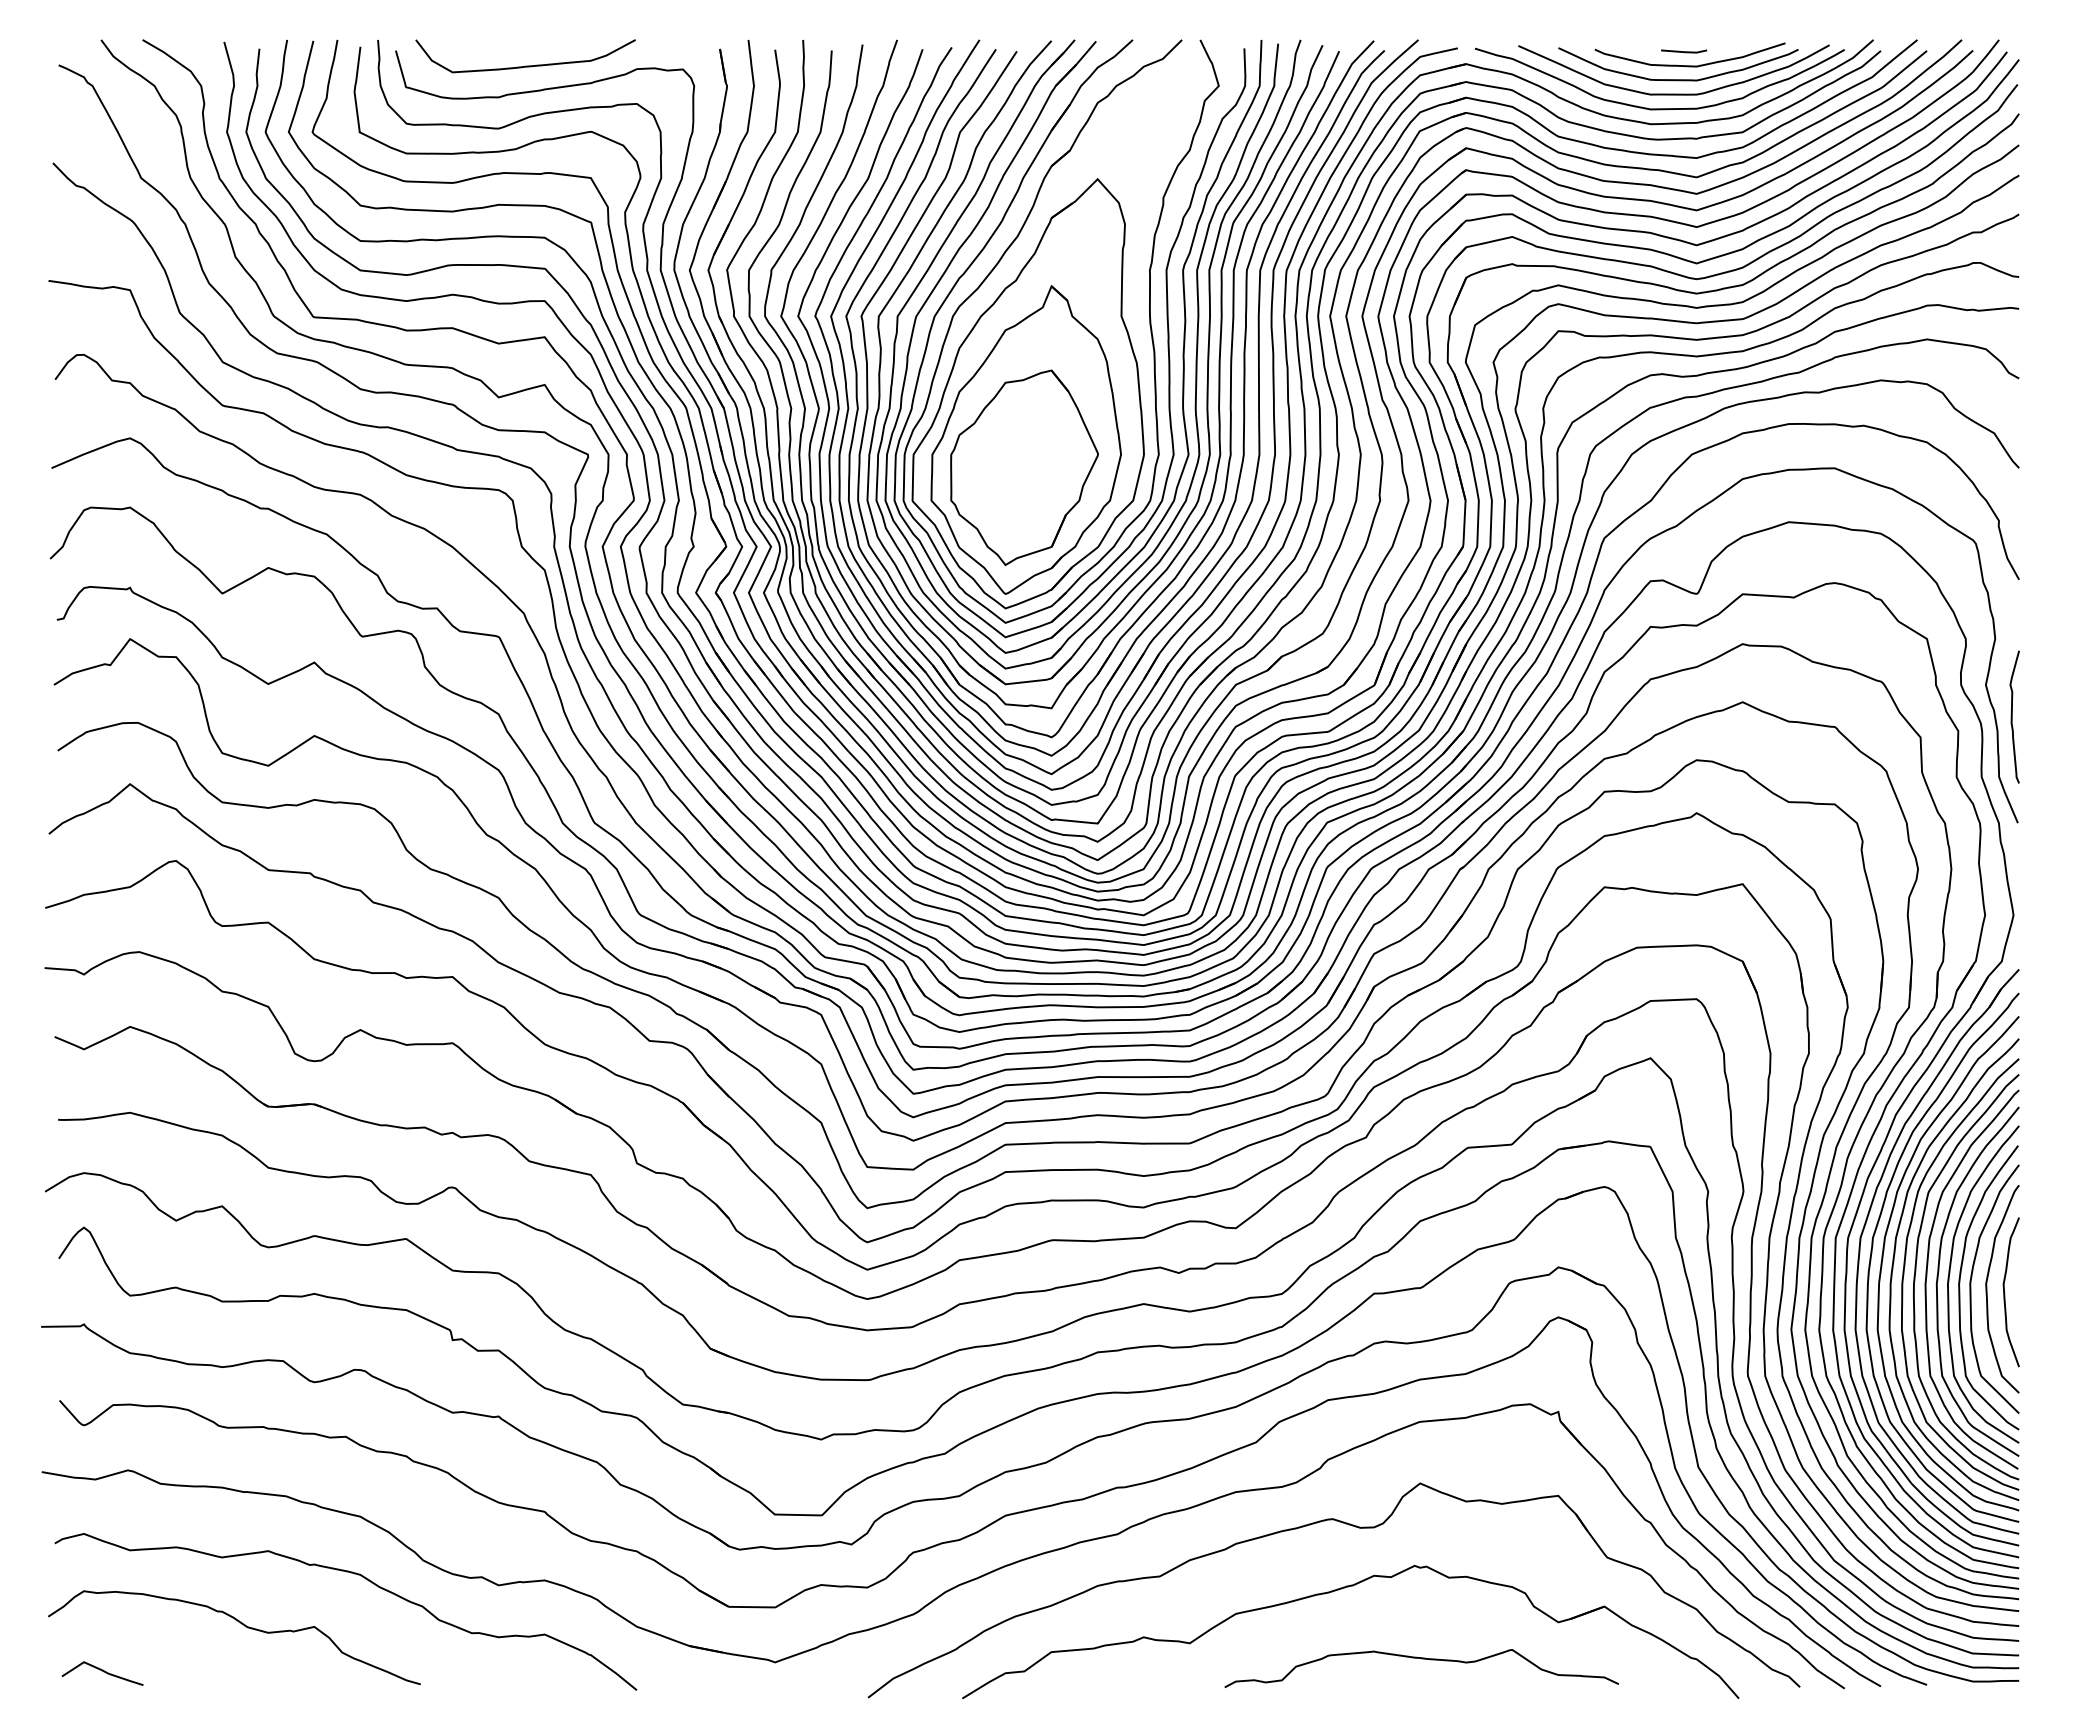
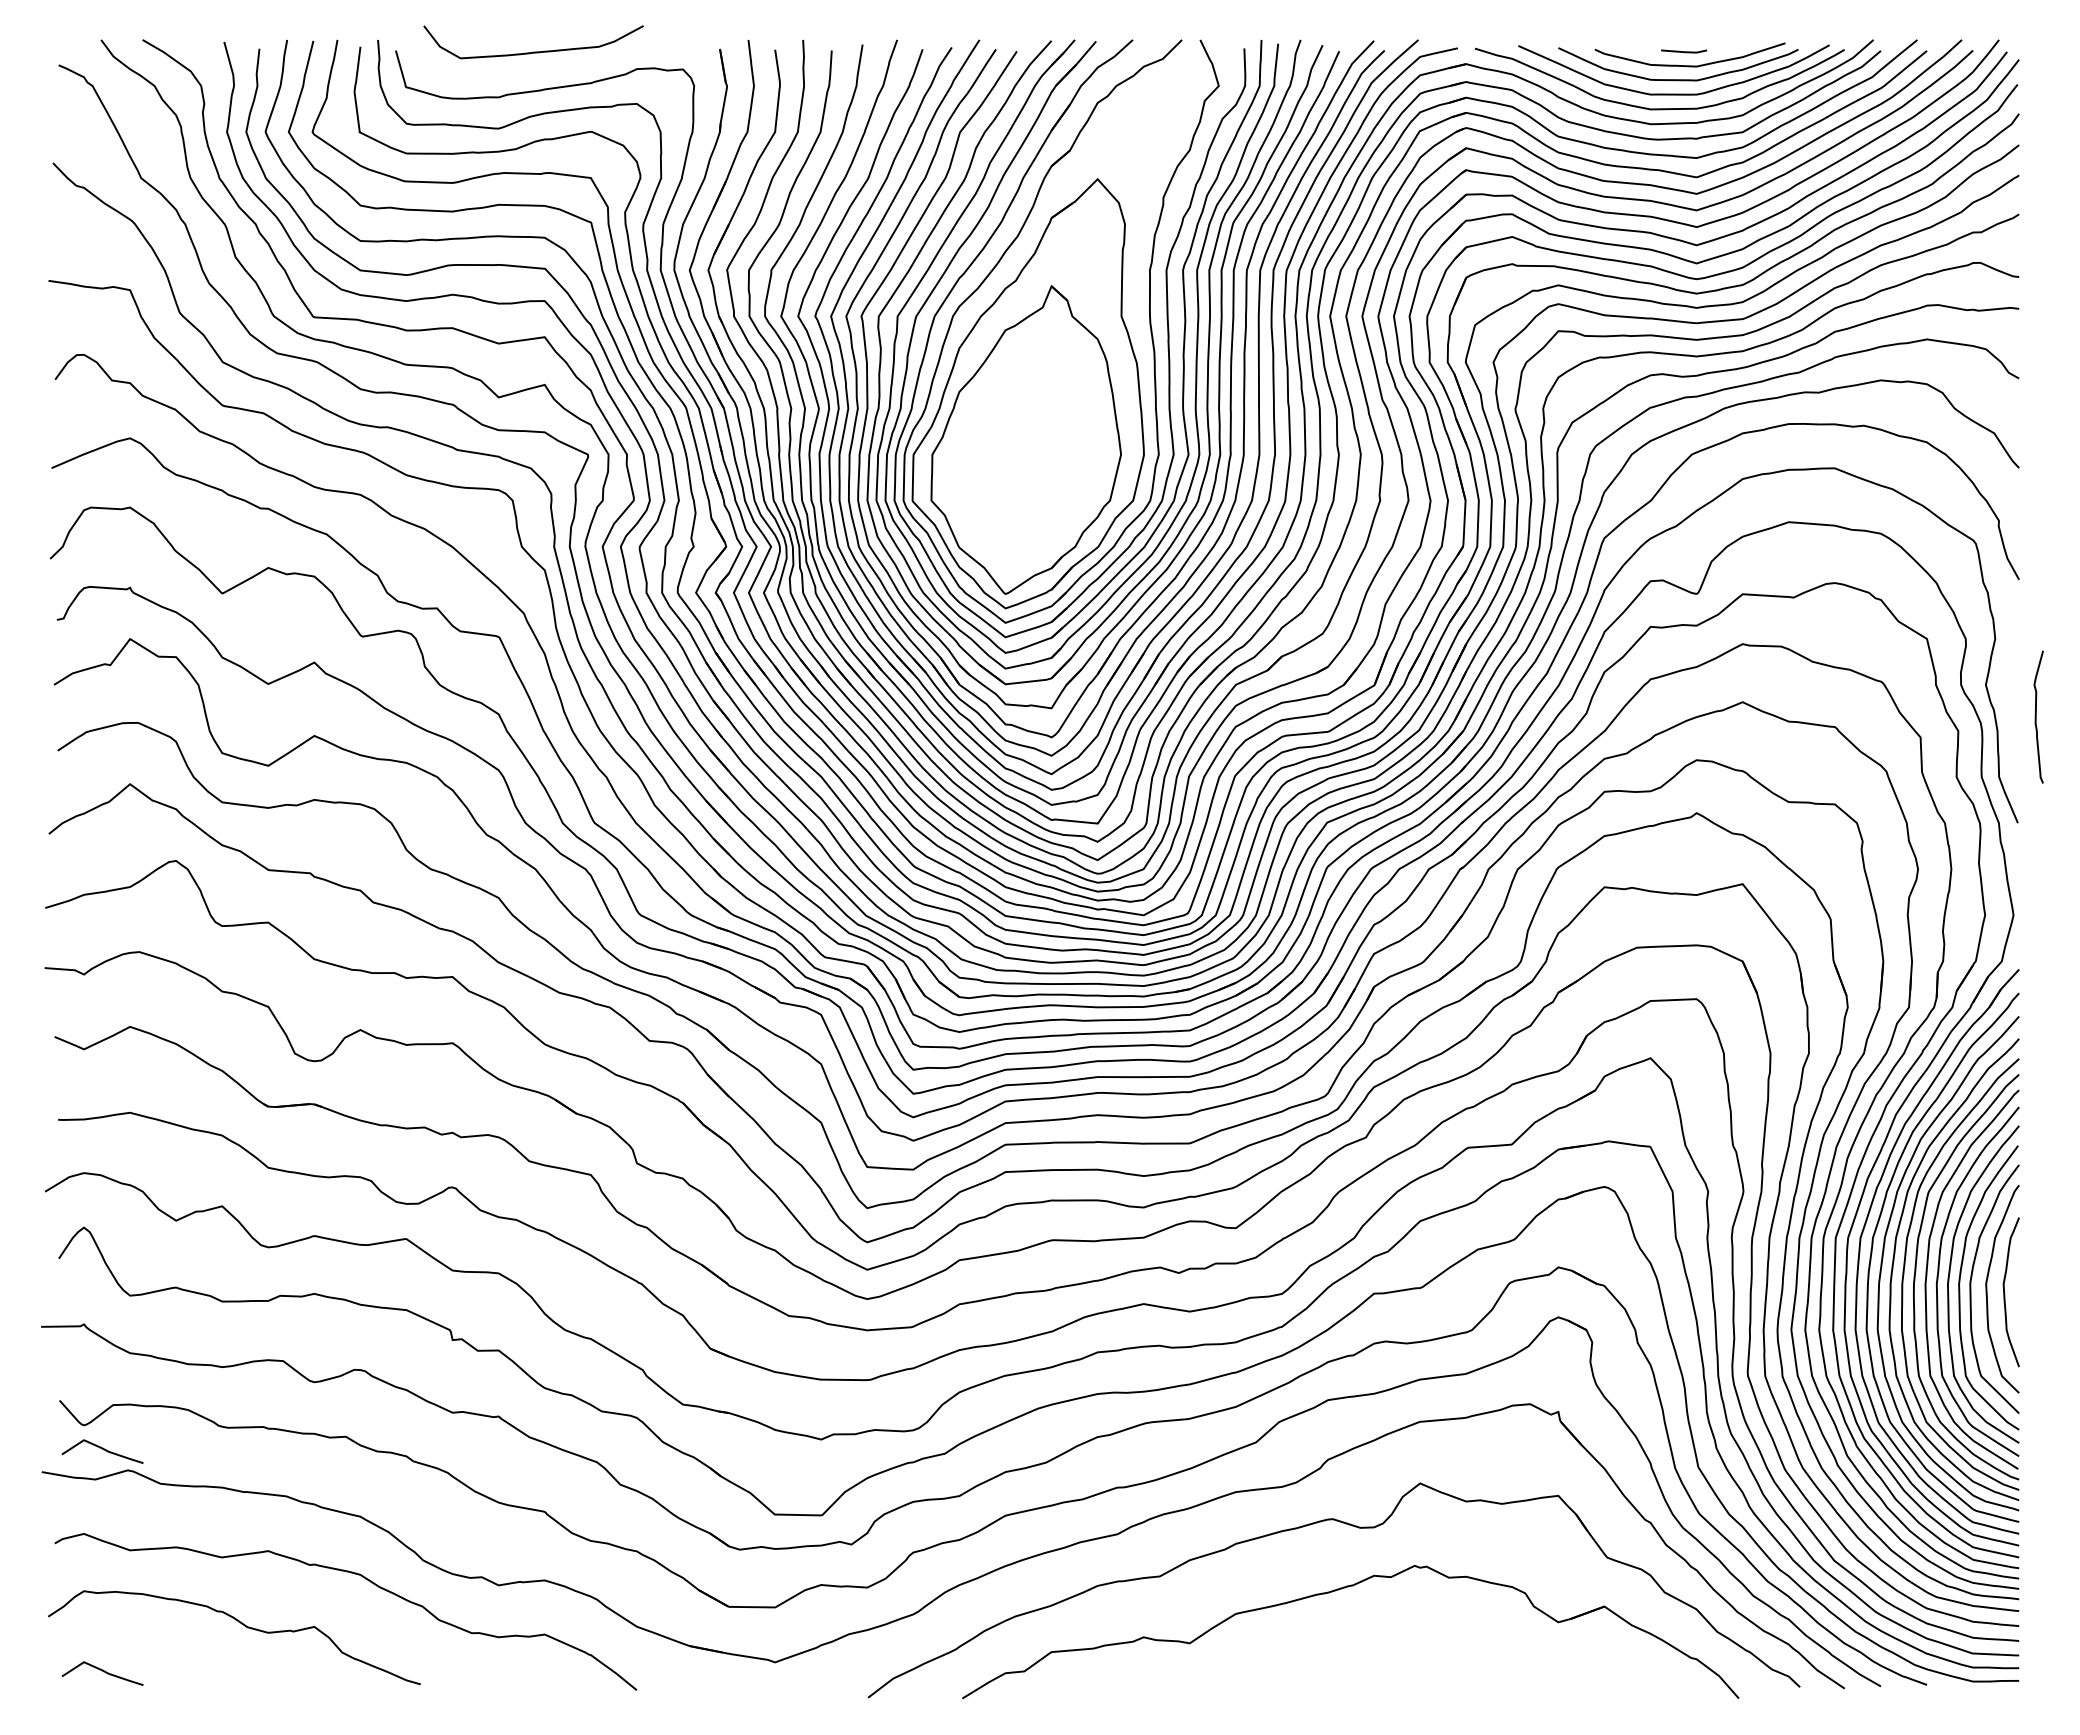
curve at (525, 65) position: (525, 65) -> (533, 51)
part at (1024, 467): present -> none
curve at (2012, 716) position: (2012, 716) -> (2036, 716)
curve at (103, 1450): none -> present
part at (1421, 1659): present -> none
